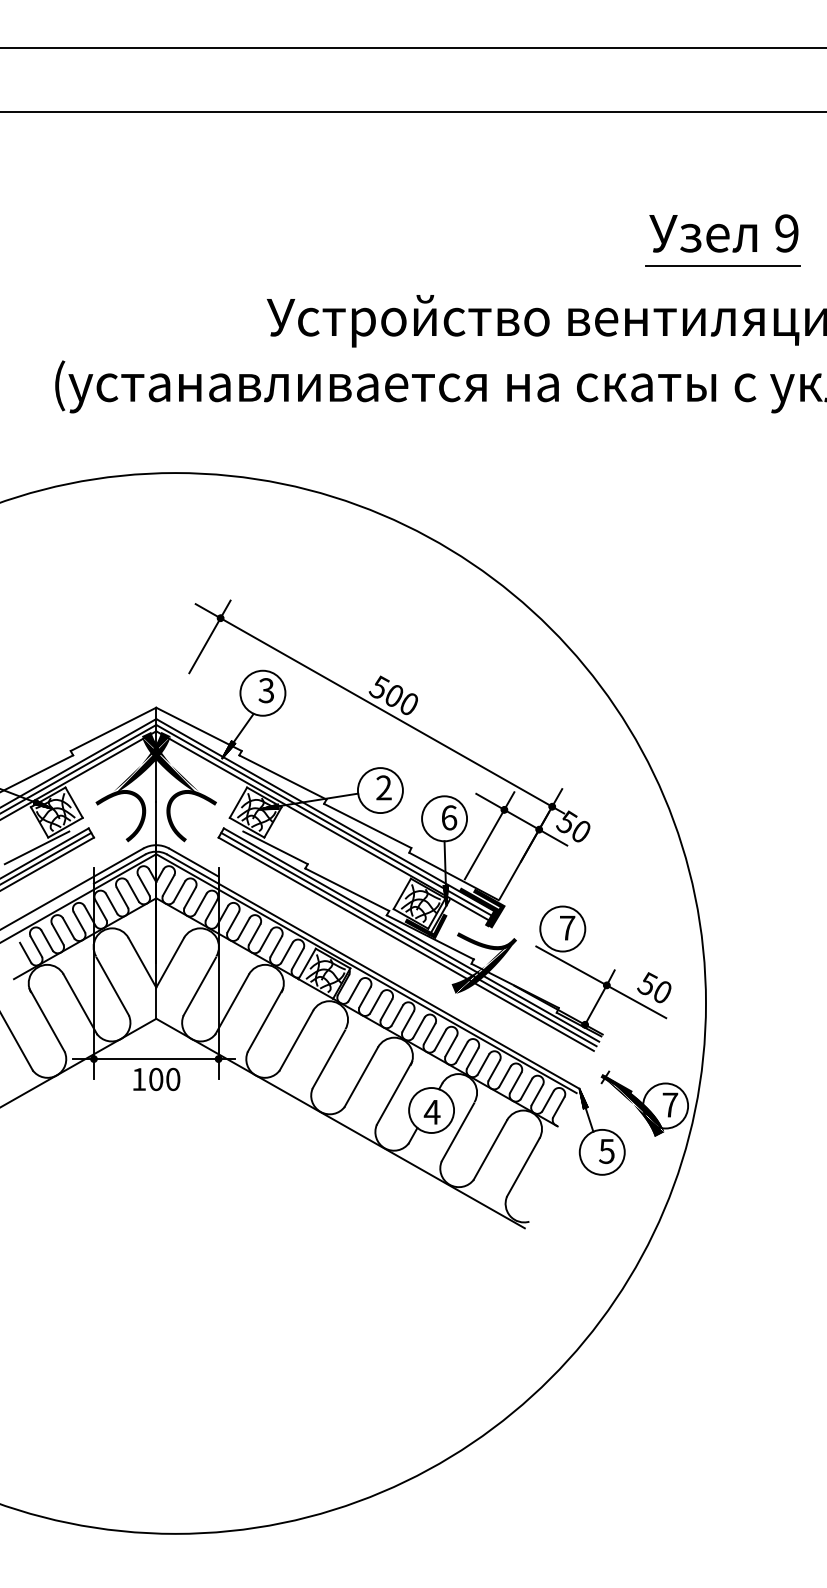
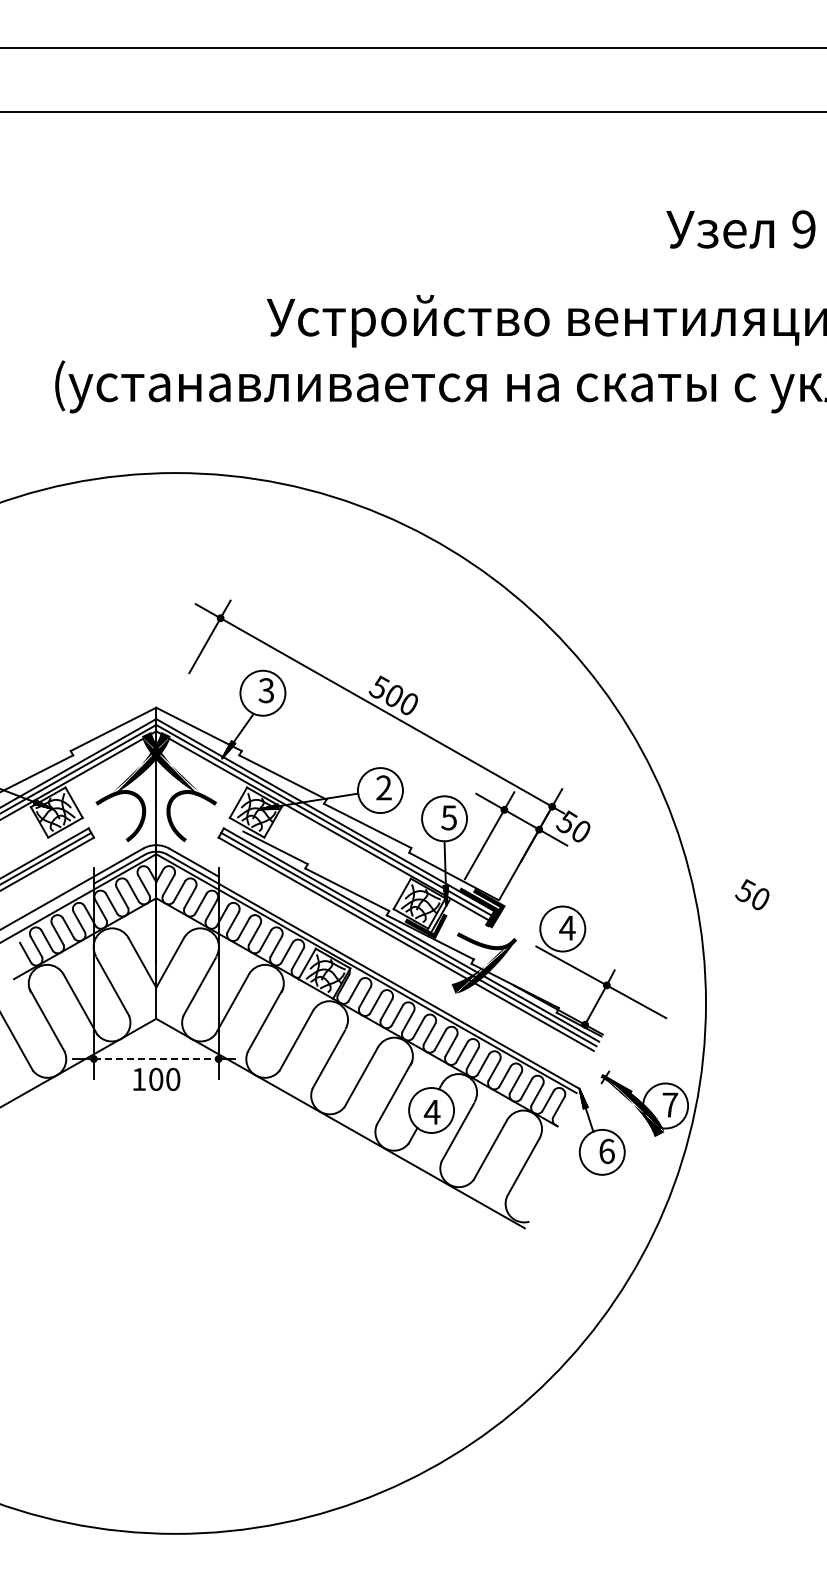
text at (723, 233) position: (723, 233) -> (740, 229)
line at (722, 266): present -> none
text at (449, 817): 6 -> 5
line at (36, 847): present -> none
text at (567, 927): 7 -> 4
text at (654, 987) position: (654, 987) -> (752, 894)
line at (156, 1059): solid -> dashed
text at (606, 1151): 5 -> 6
